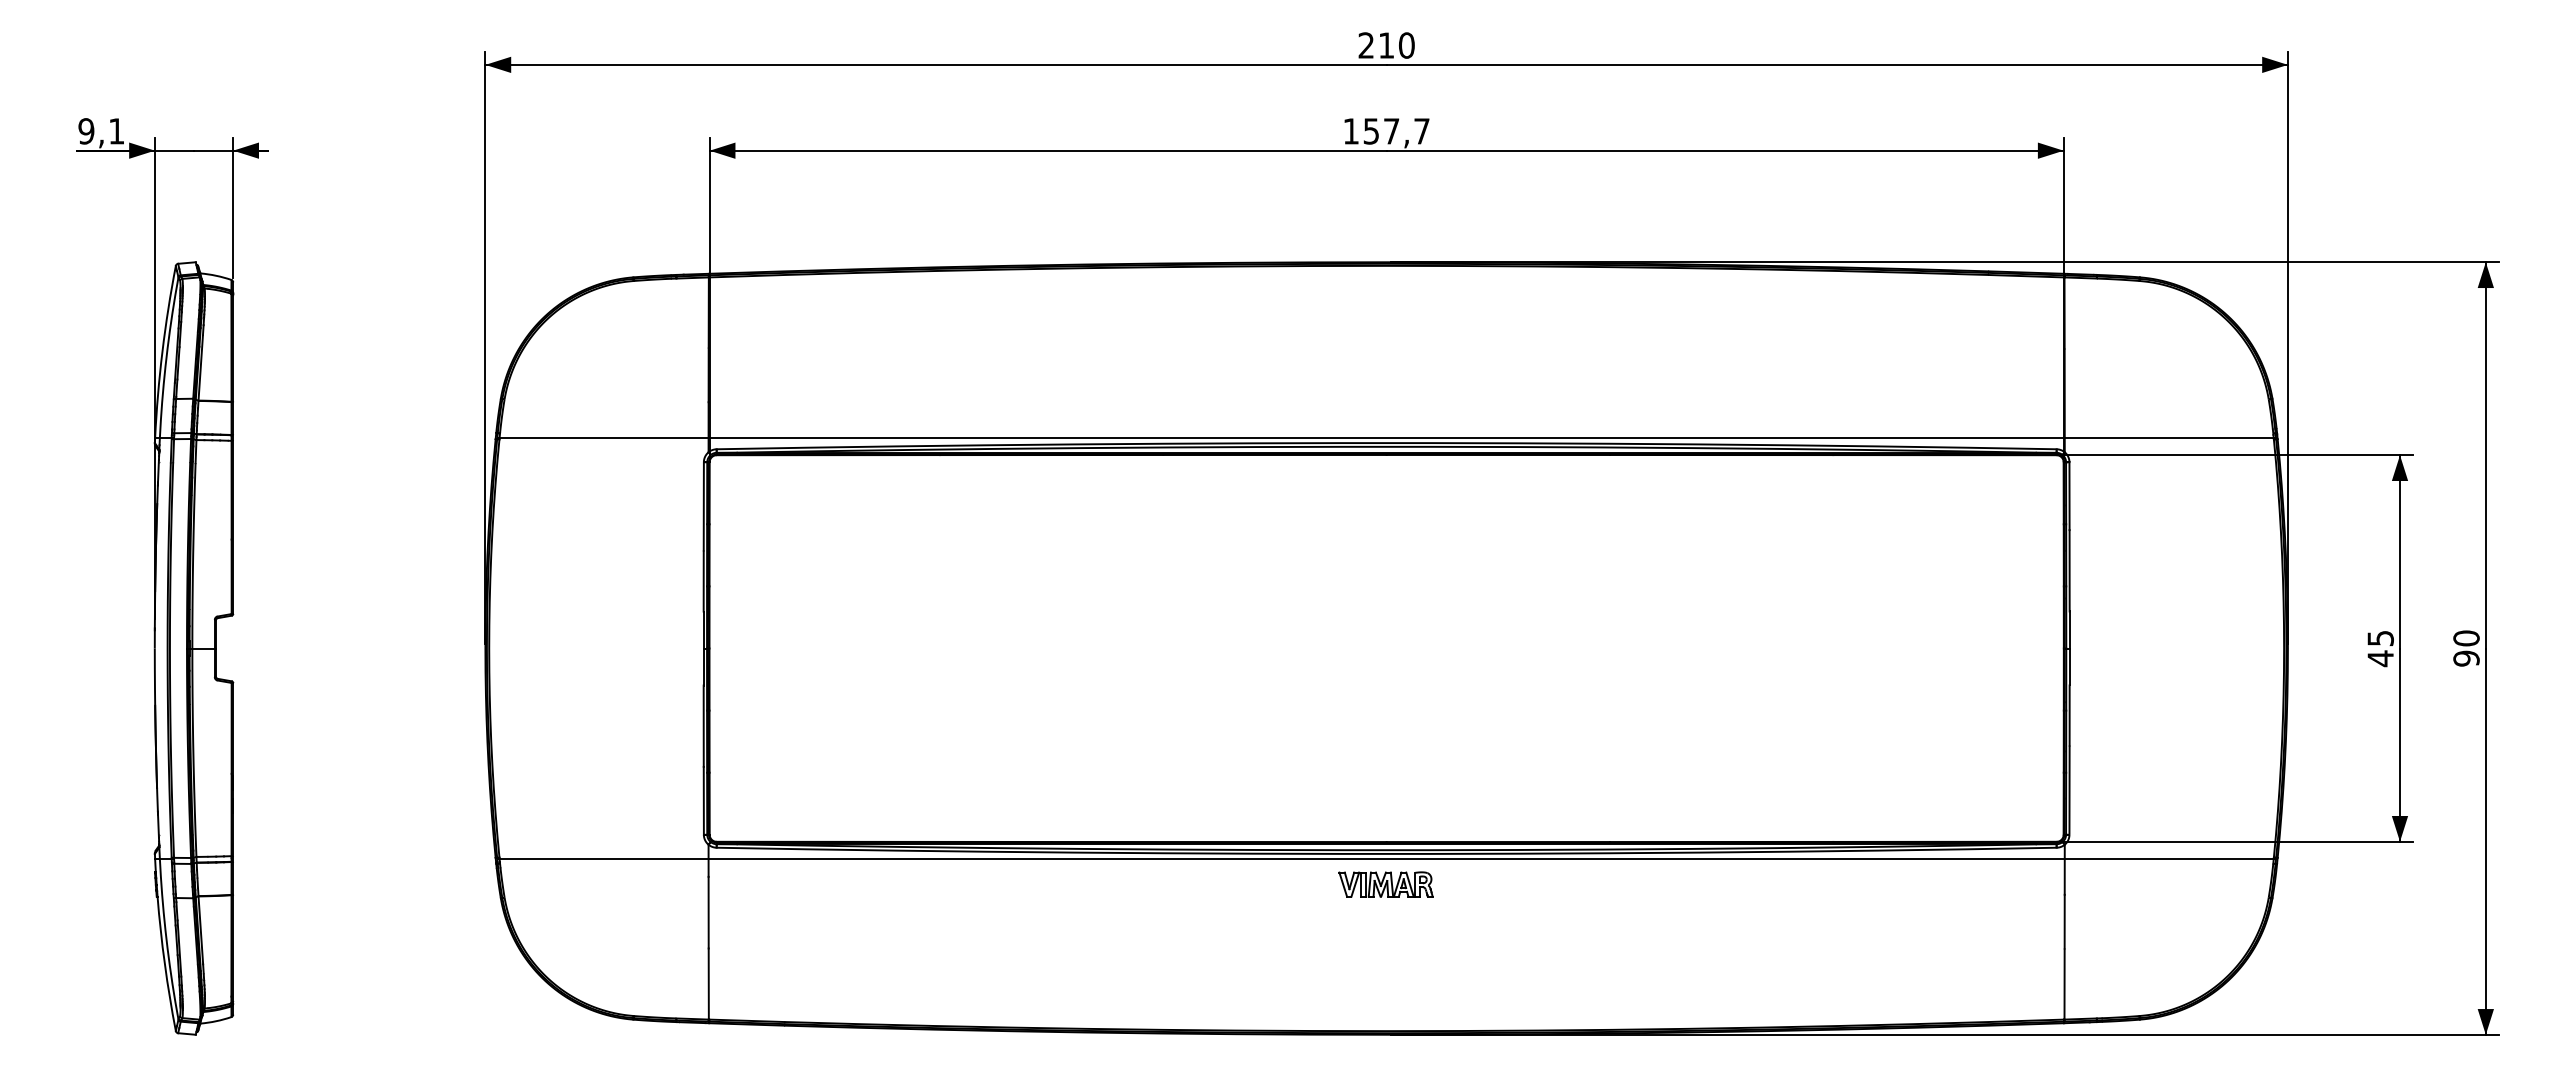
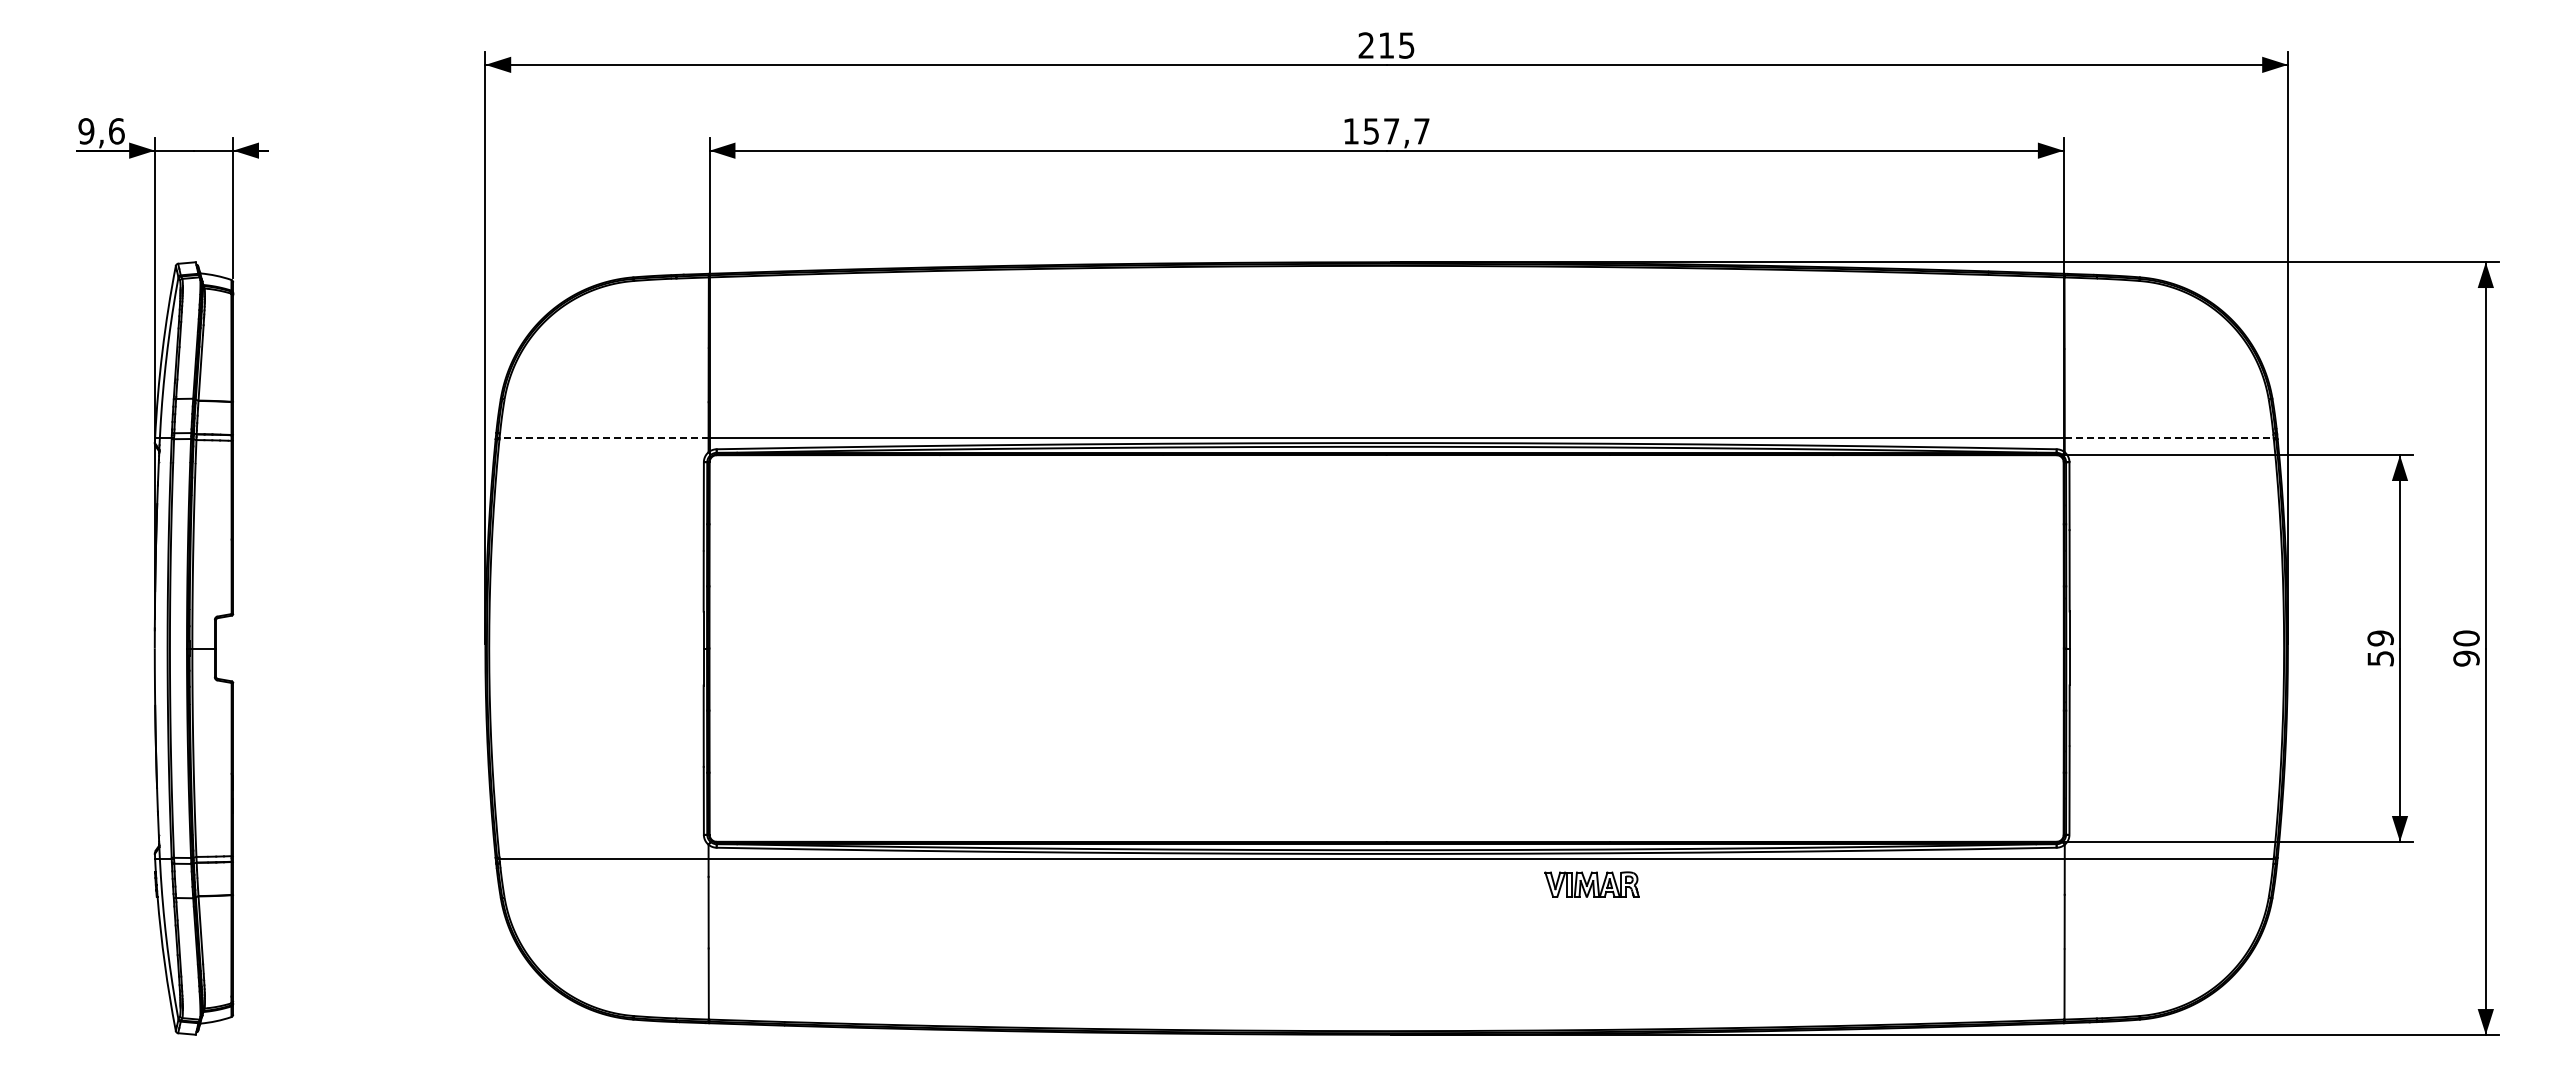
text at (1406, 45): 210 -> 215
text at (116, 131): 9,1 -> 9,6
line at (604, 438): solid -> dashed
line at (2169, 438): solid -> dashed
text at (2380, 648): 45 -> 59
part at (1385, 884) position: (1385, 884) -> (1591, 884)
